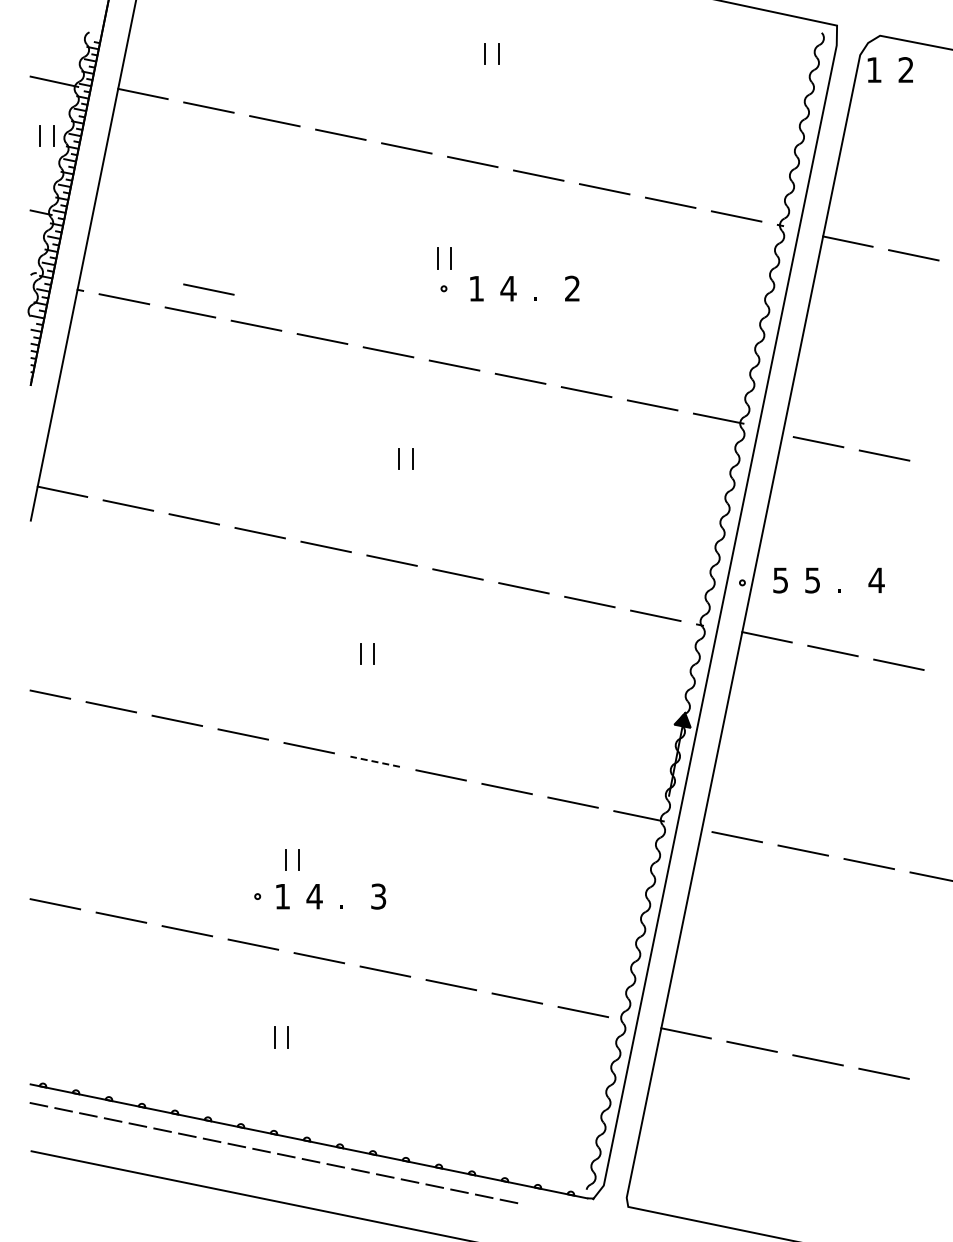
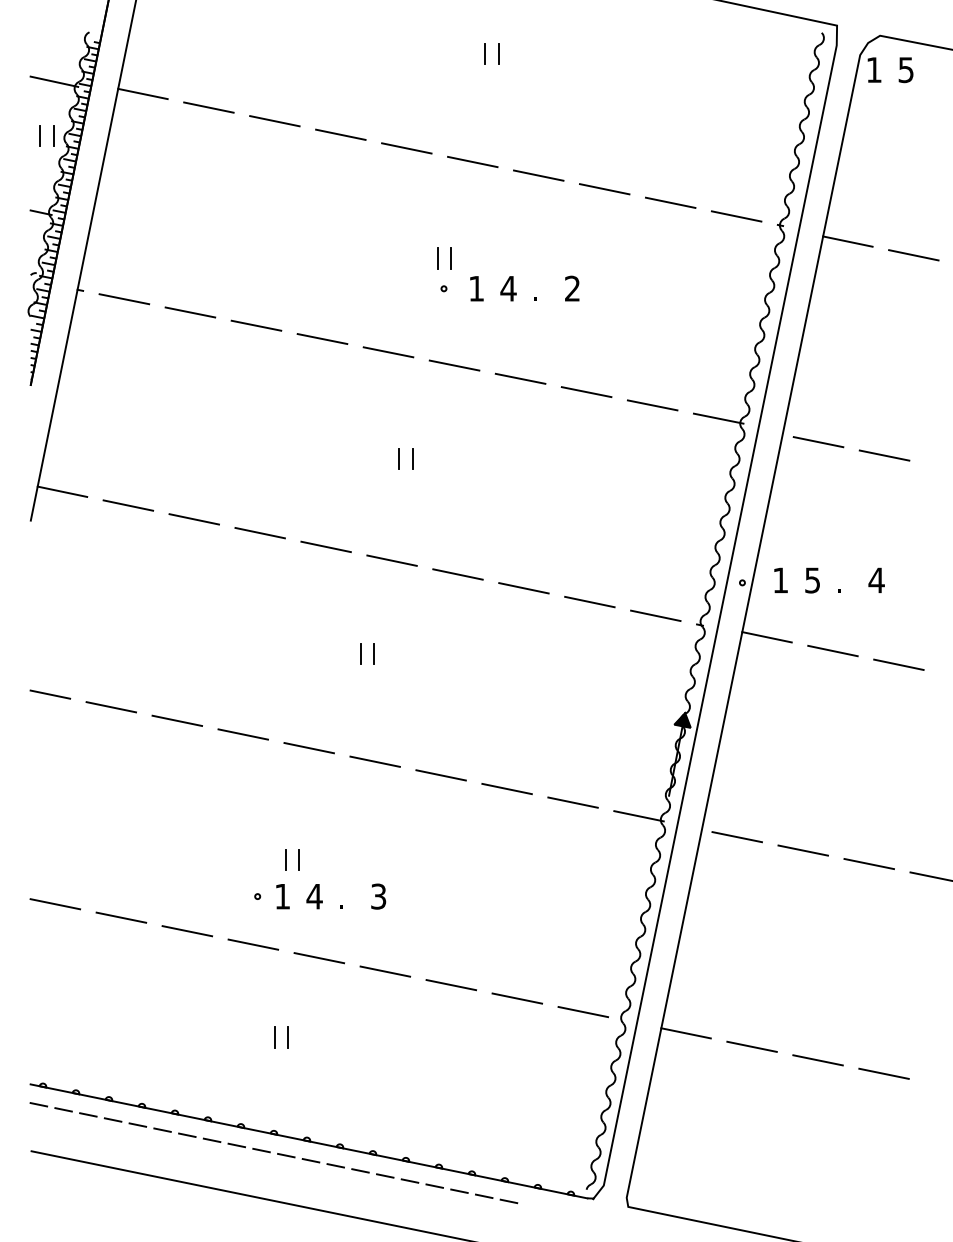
text at (905, 70): 2 -> 5
line at (208, 289): present -> none
text at (780, 580): 5 -> 1
line at (374, 761): dashed -> solid
